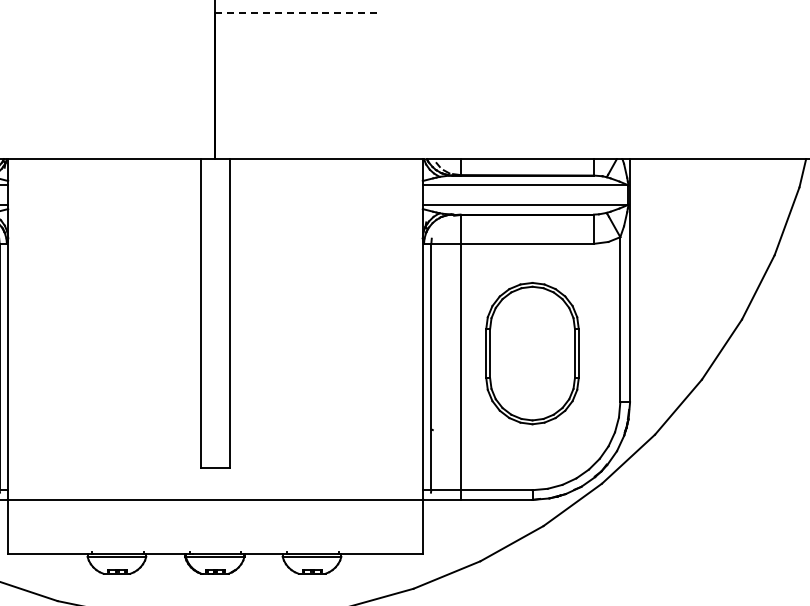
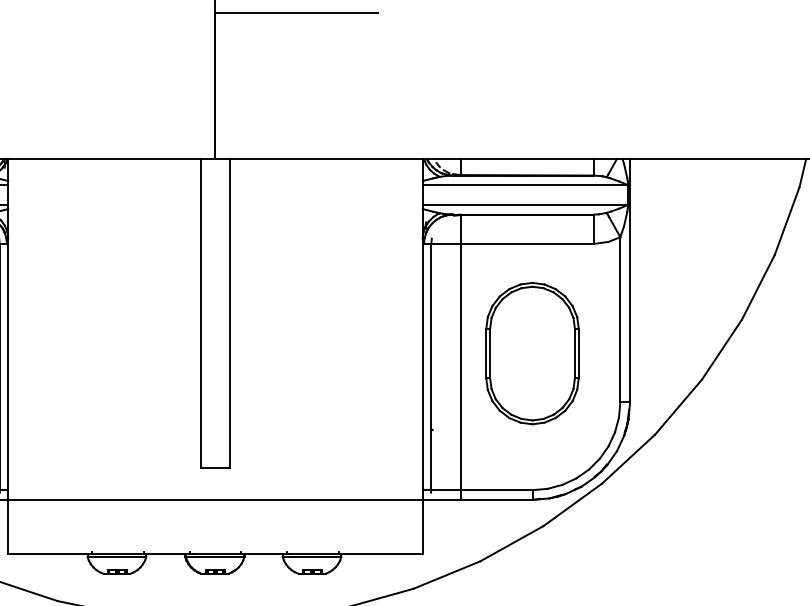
line at (297, 12): dashed -> solid
